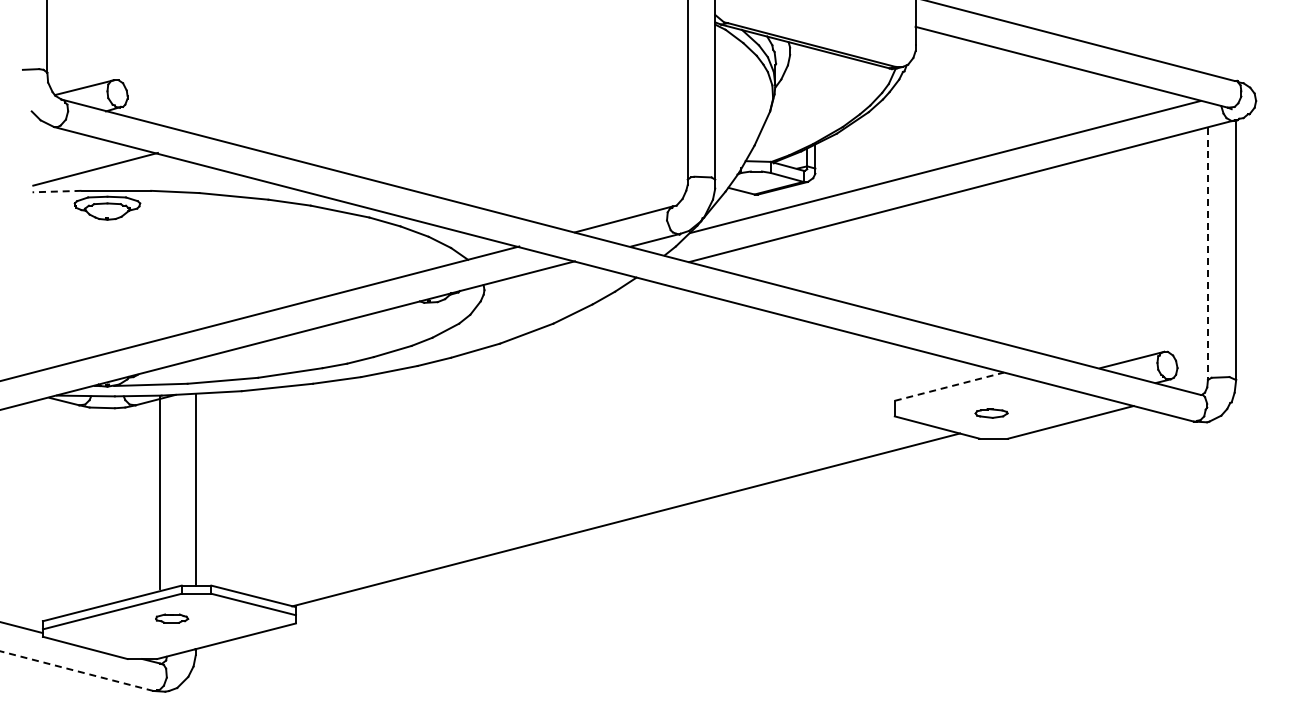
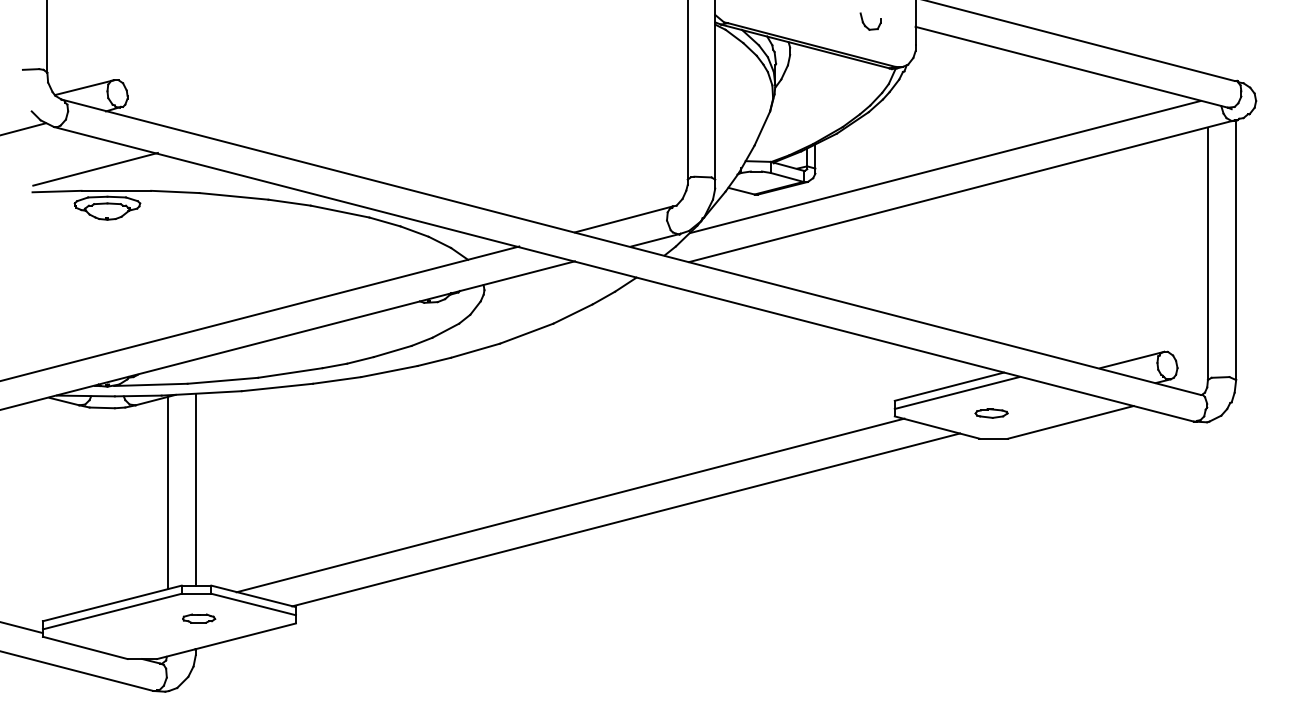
part at (870, 21): none -> present
line at (23, 128): none -> present
line at (56, 191): dashed -> solid
line at (1207, 254): dashed -> solid
line at (949, 386): dashed -> solid
line at (956, 392): none -> present
line at (159, 493) position: (159, 493) -> (167, 493)
line at (570, 505): none -> present
part at (172, 618) position: (172, 618) -> (199, 618)
line at (77, 671): dashed -> solid
